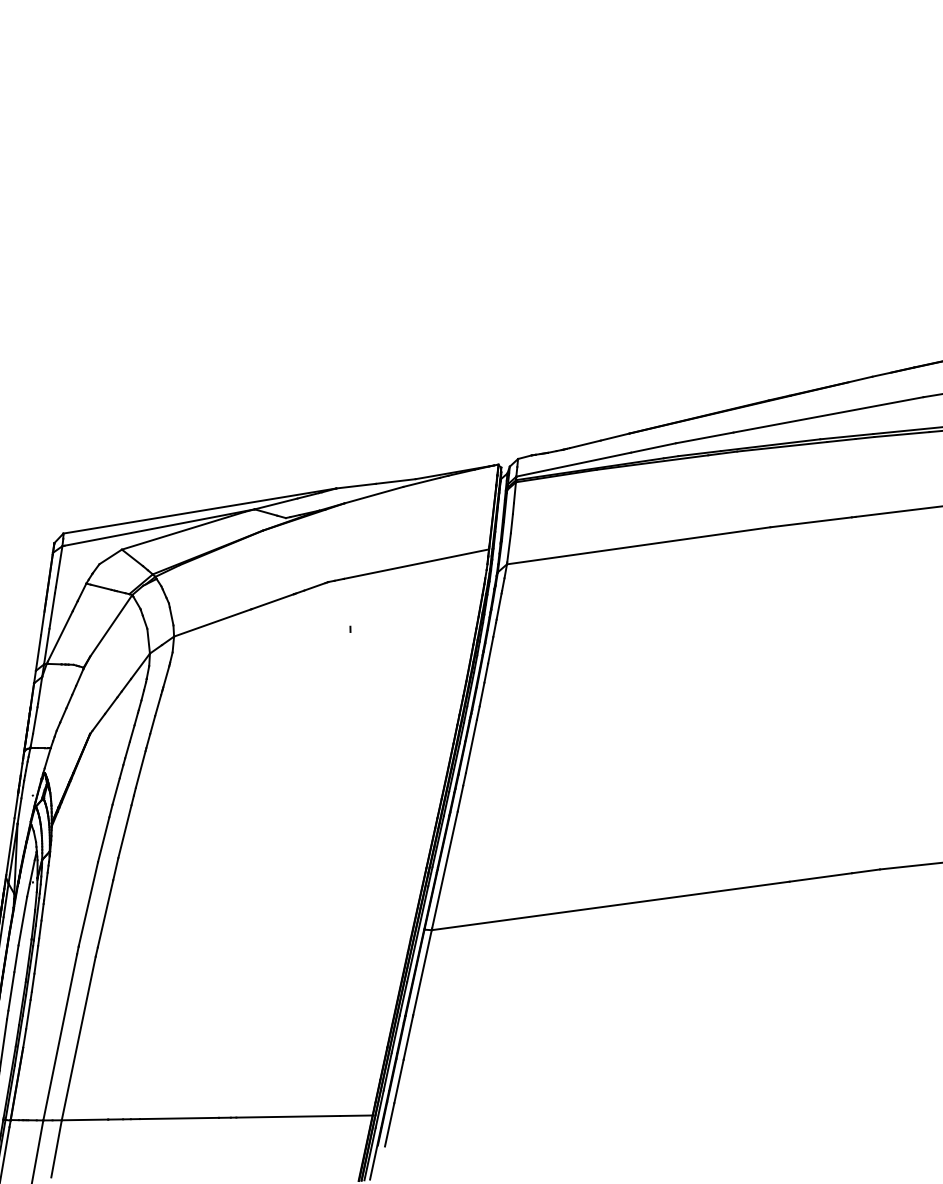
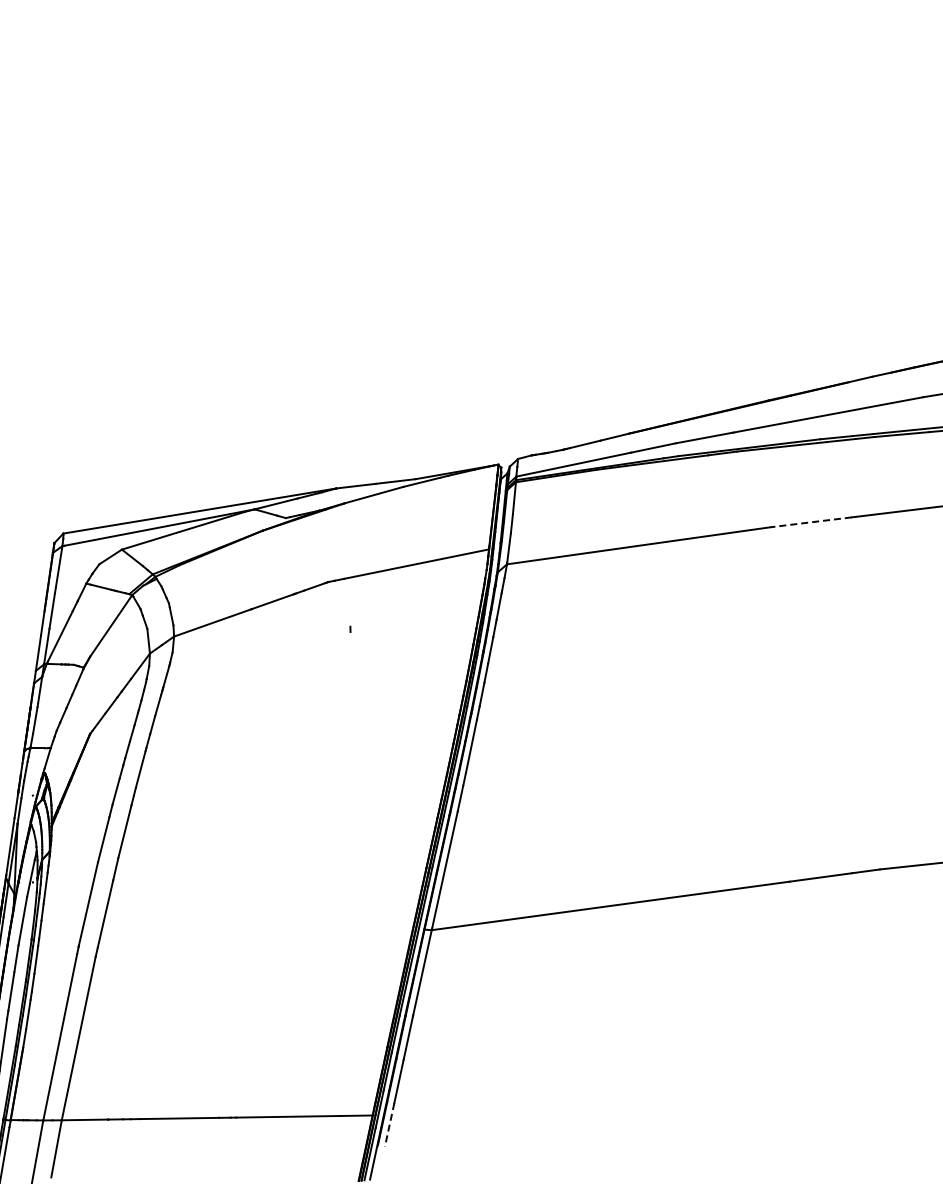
line at (811, 522): solid -> dashed
line at (389, 1125): solid -> dashed
